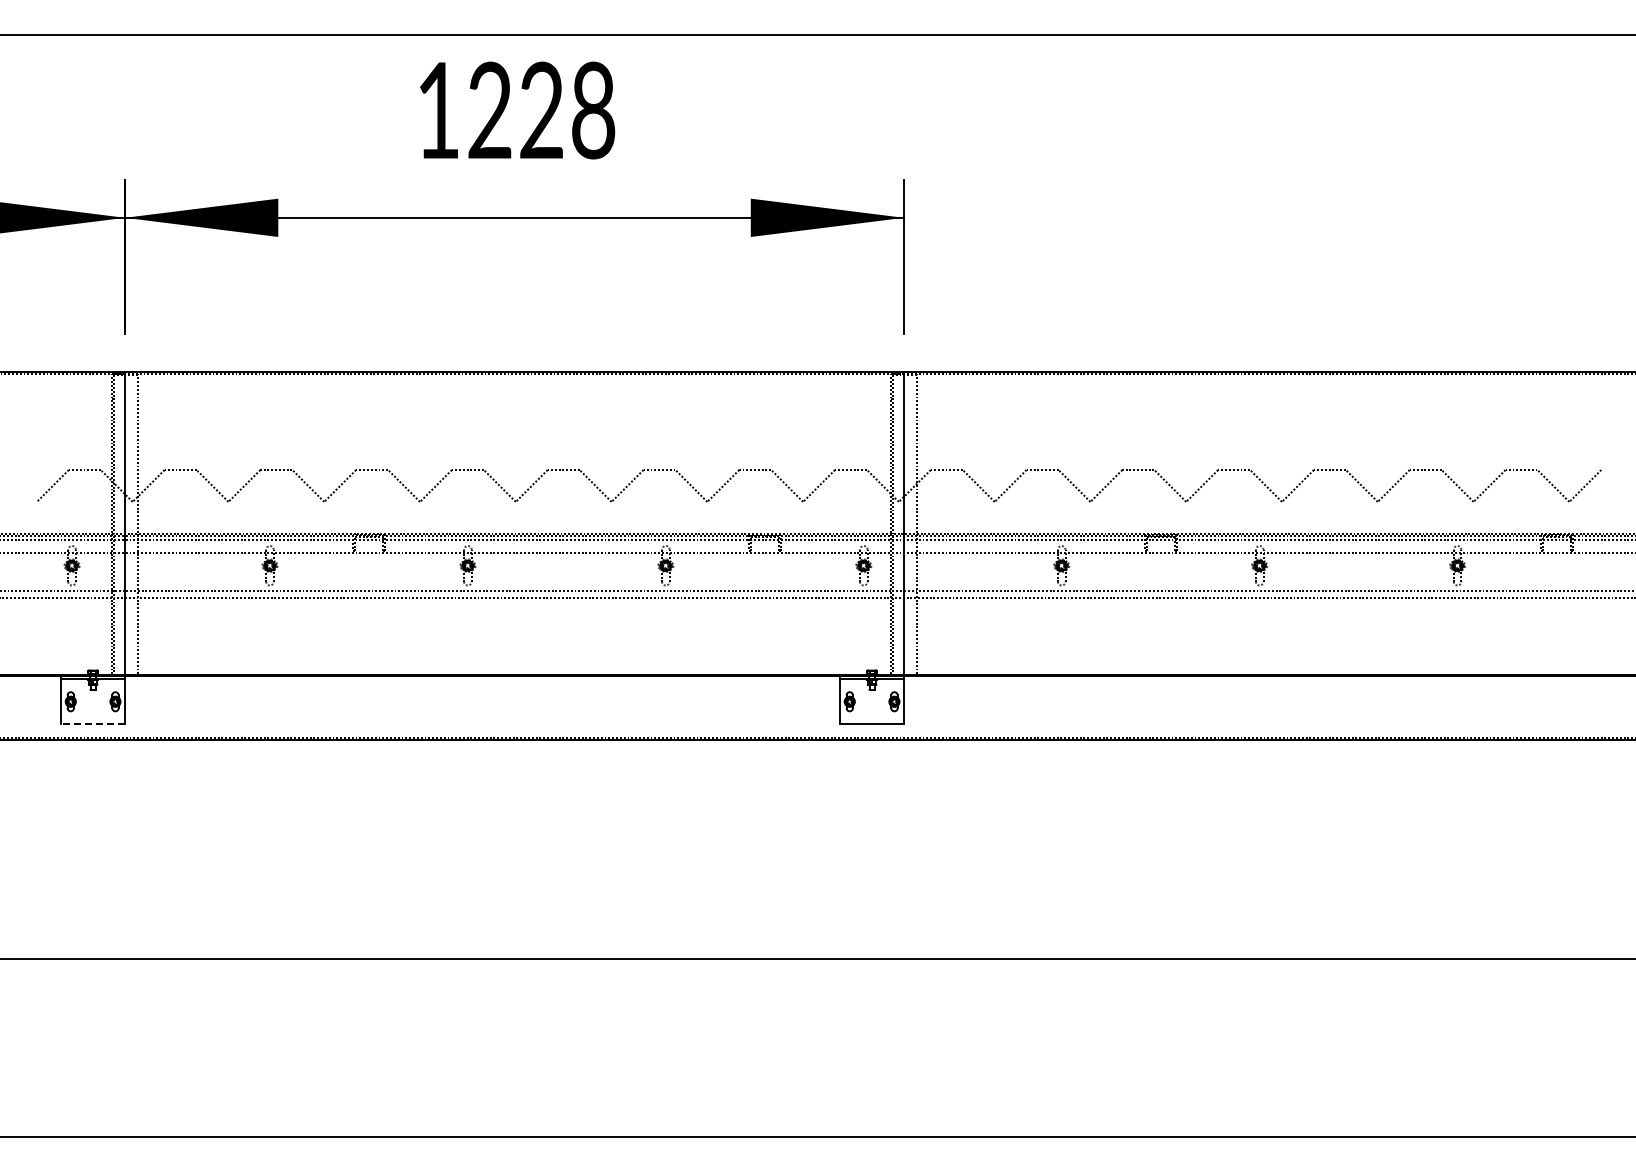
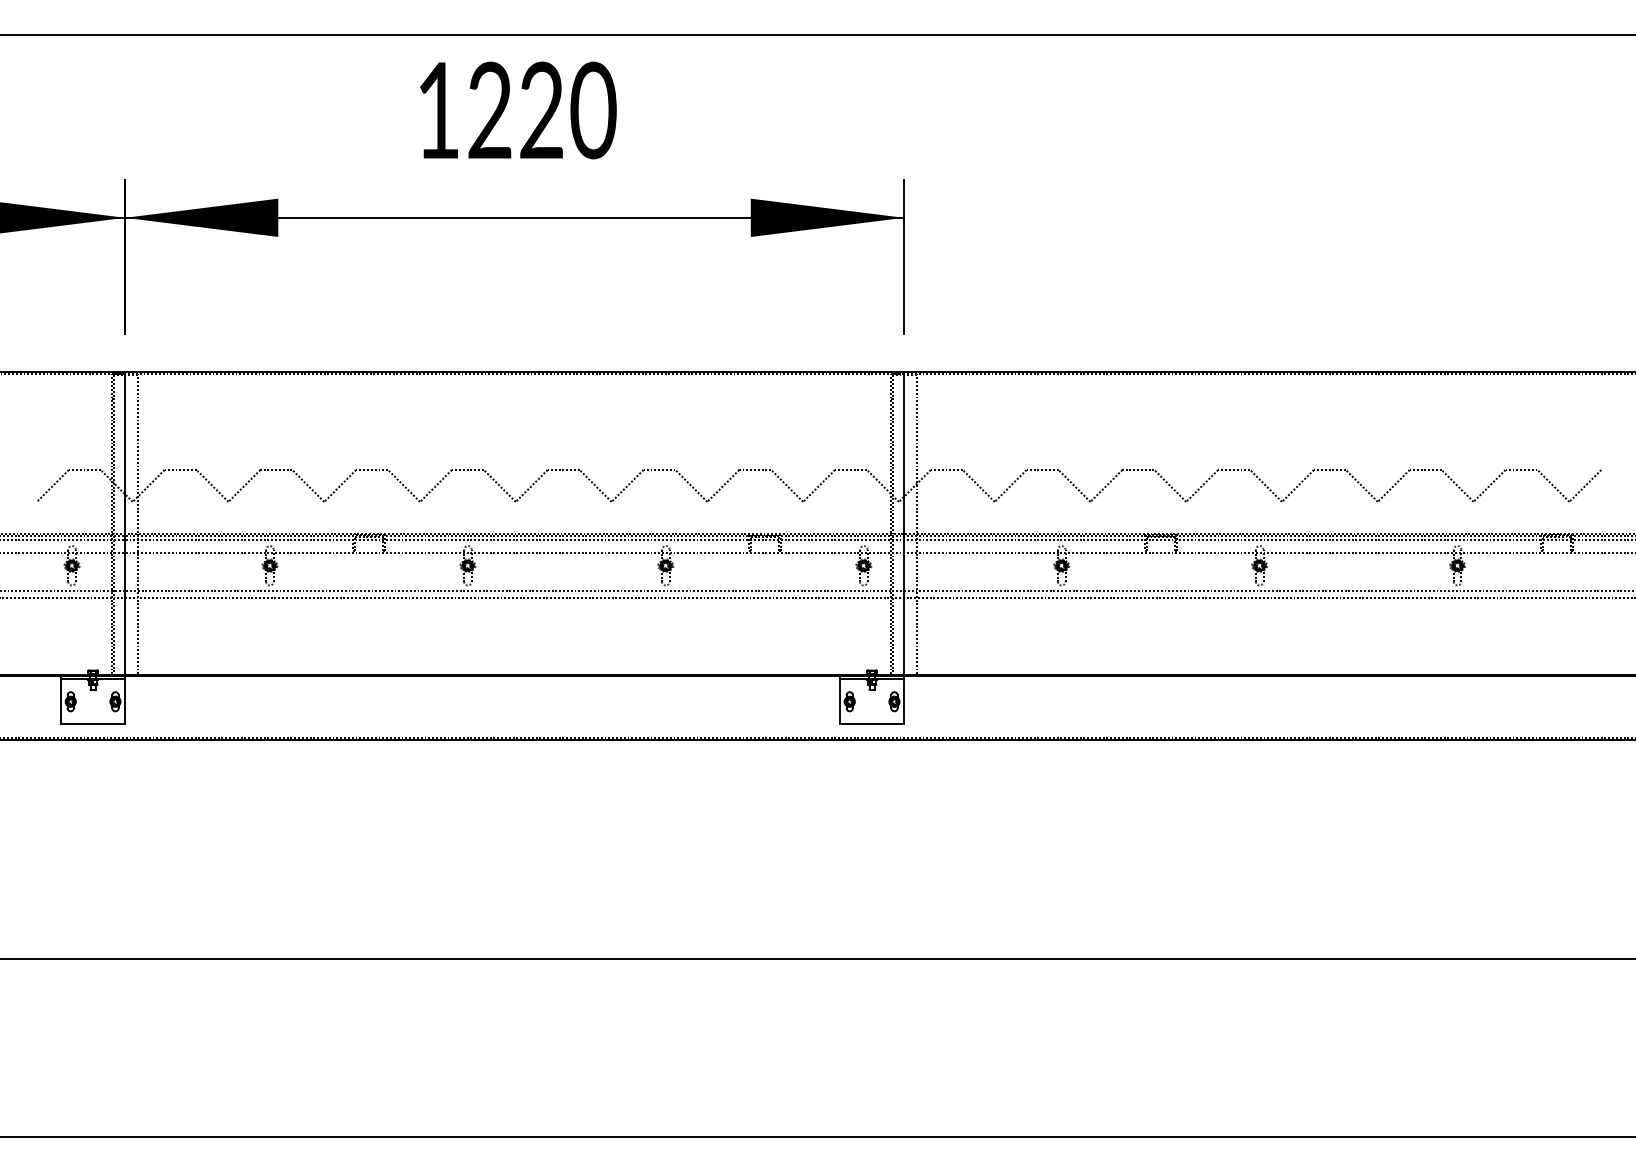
text at (593, 110): 1228 -> 1220
line at (93, 724): dashed -> solid
